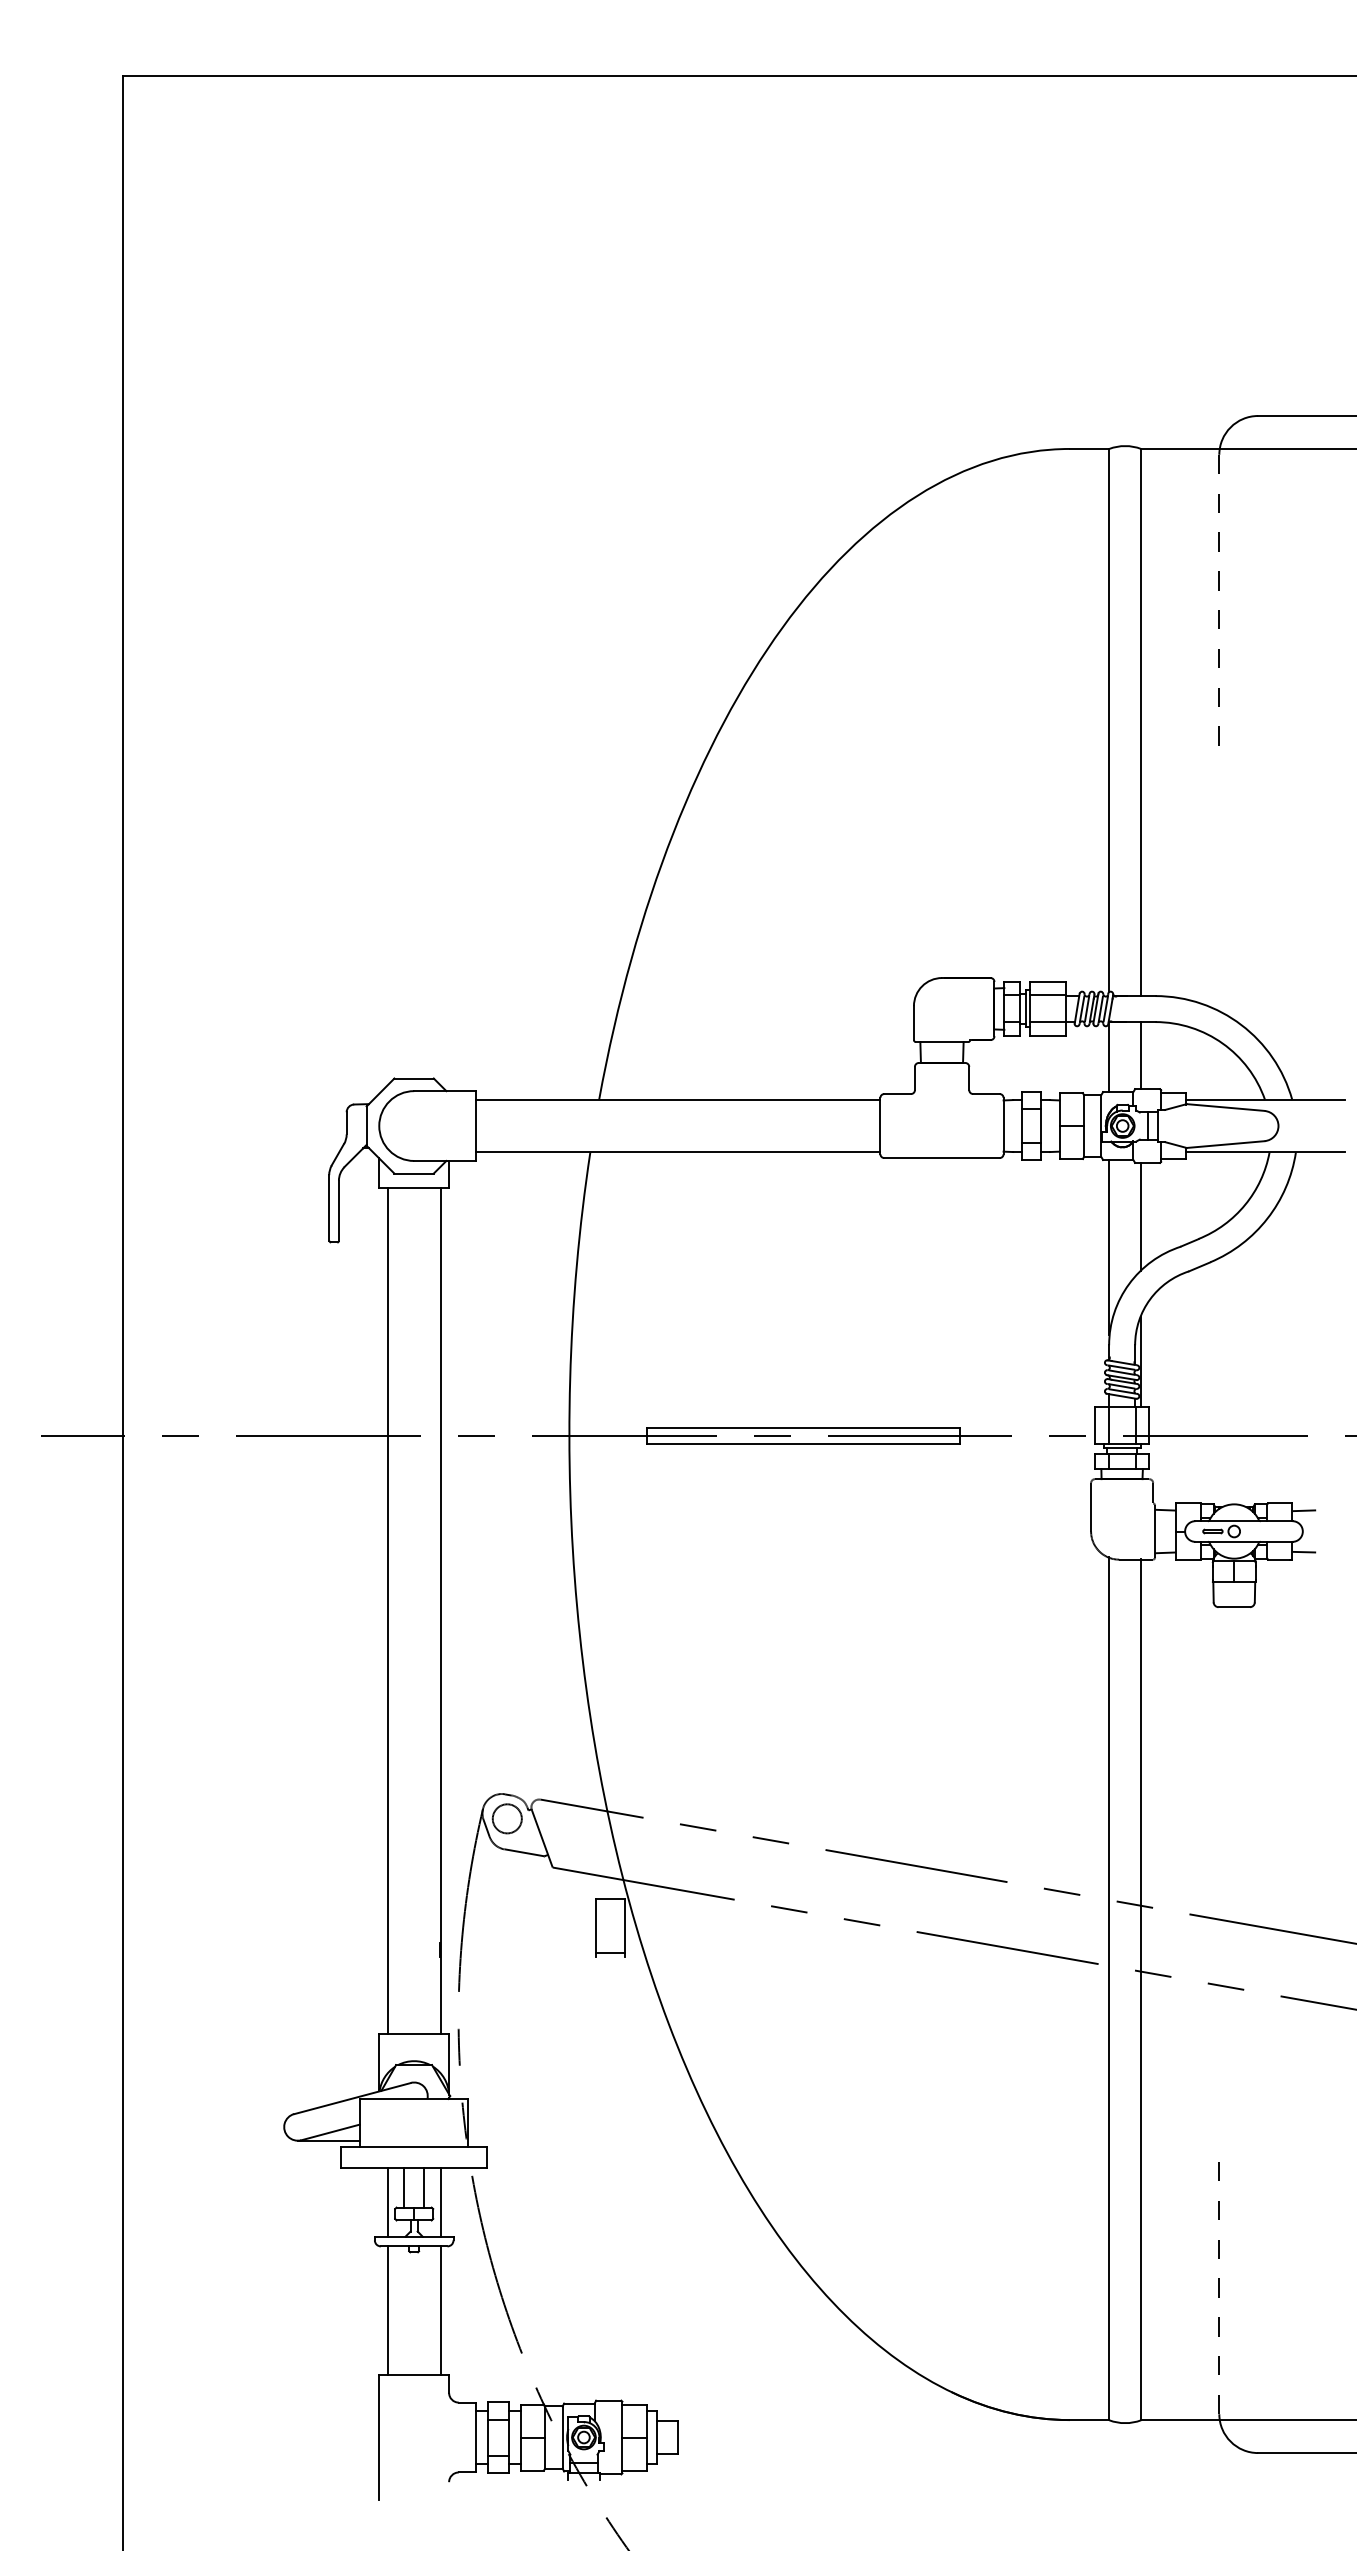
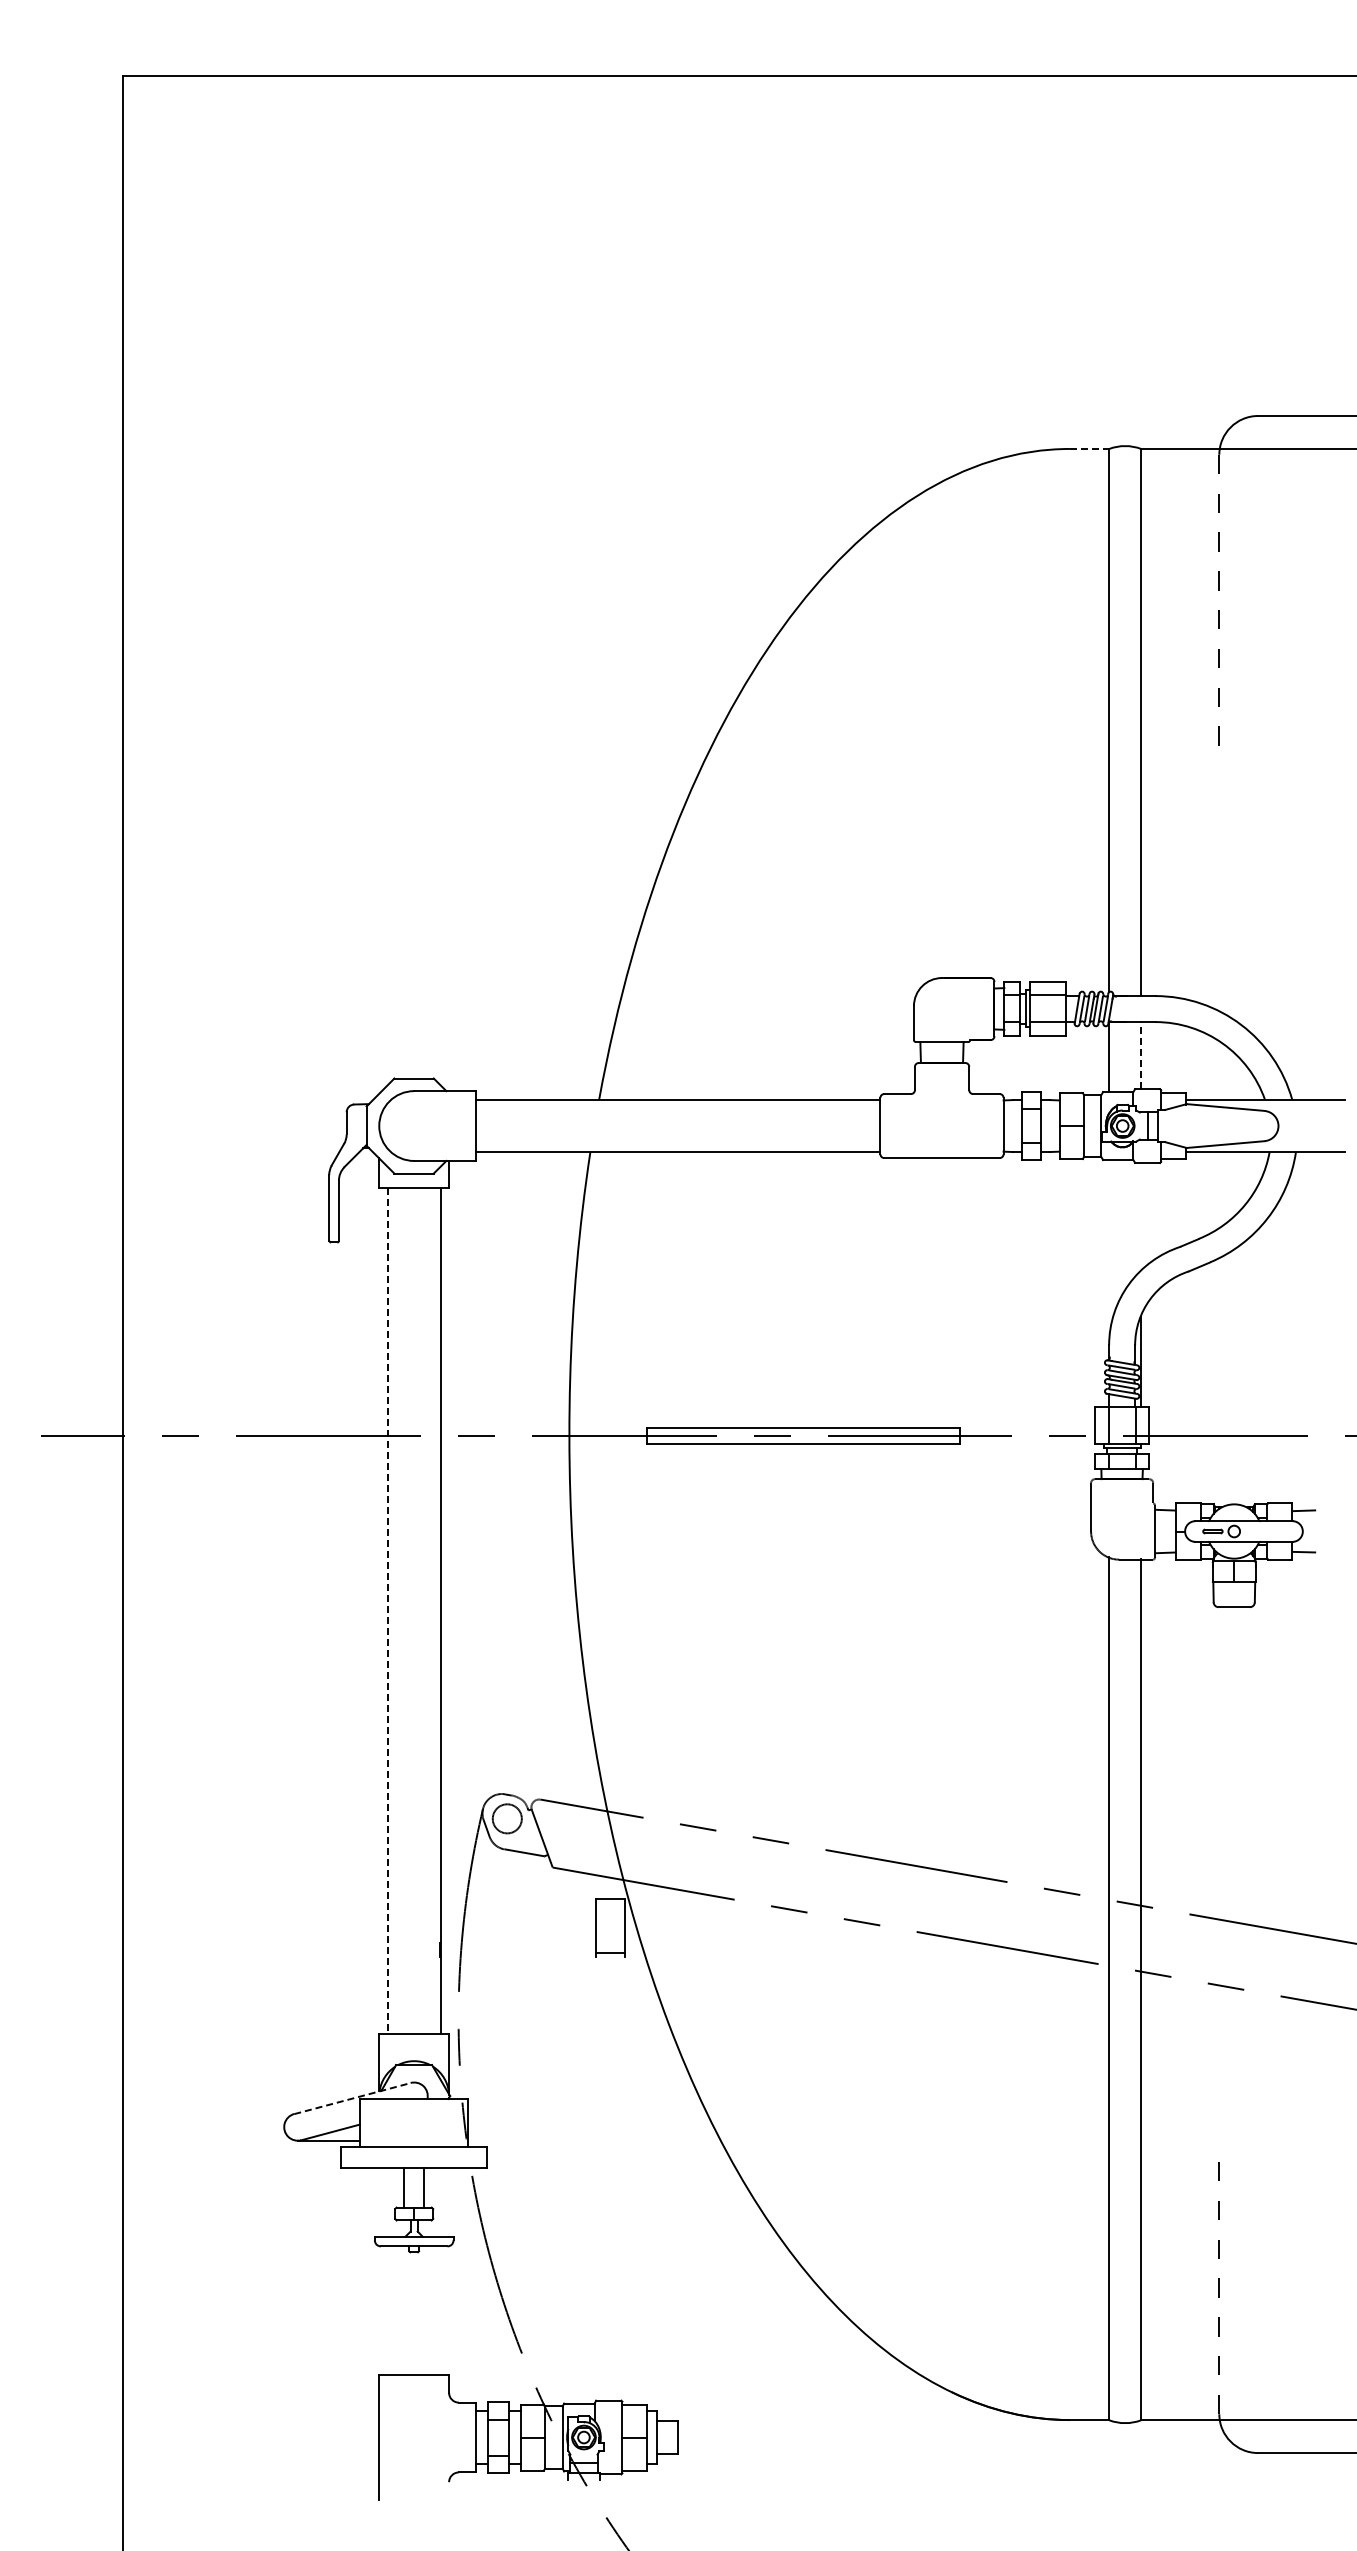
line at (1089, 448): solid -> dashed
line at (1141, 1055): solid -> dashed
line at (1141, 1216): present -> none
line at (1109, 1247): present -> none
line at (387, 1611): solid -> dashed
line at (352, 2098): solid -> dashed
line at (387, 2201): present -> none
line at (440, 2201): present -> none
line at (387, 2310): present -> none
line at (440, 2310): present -> none
